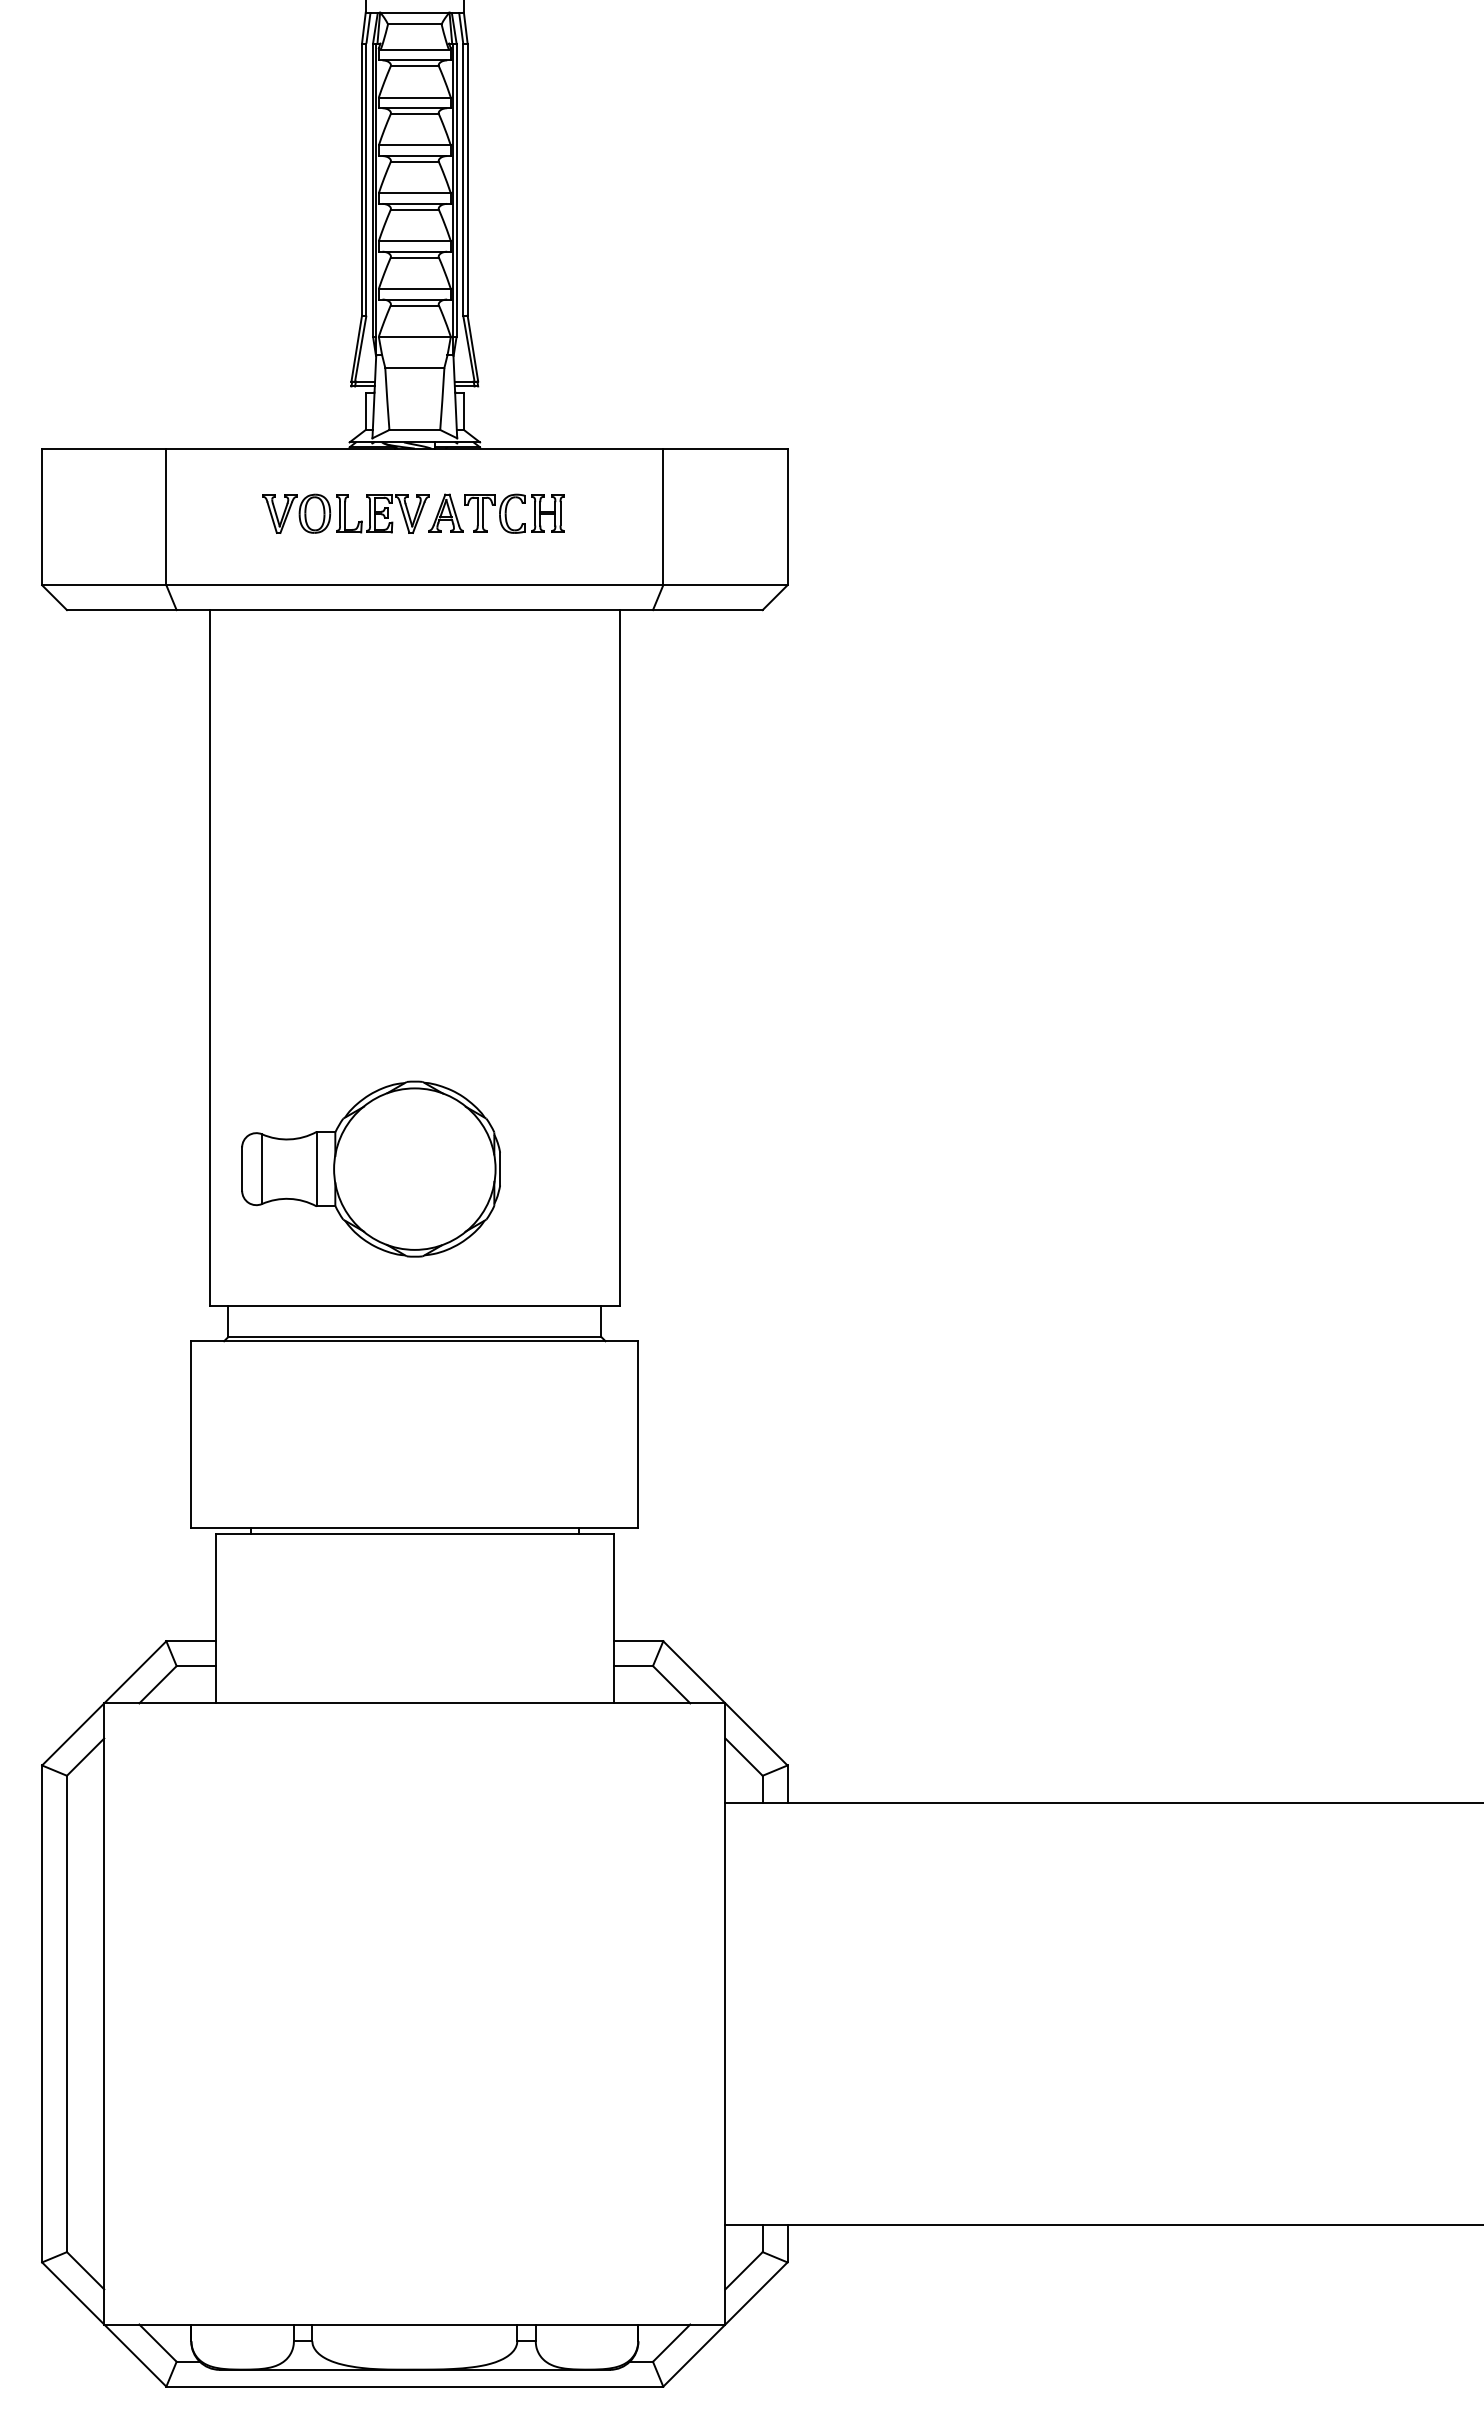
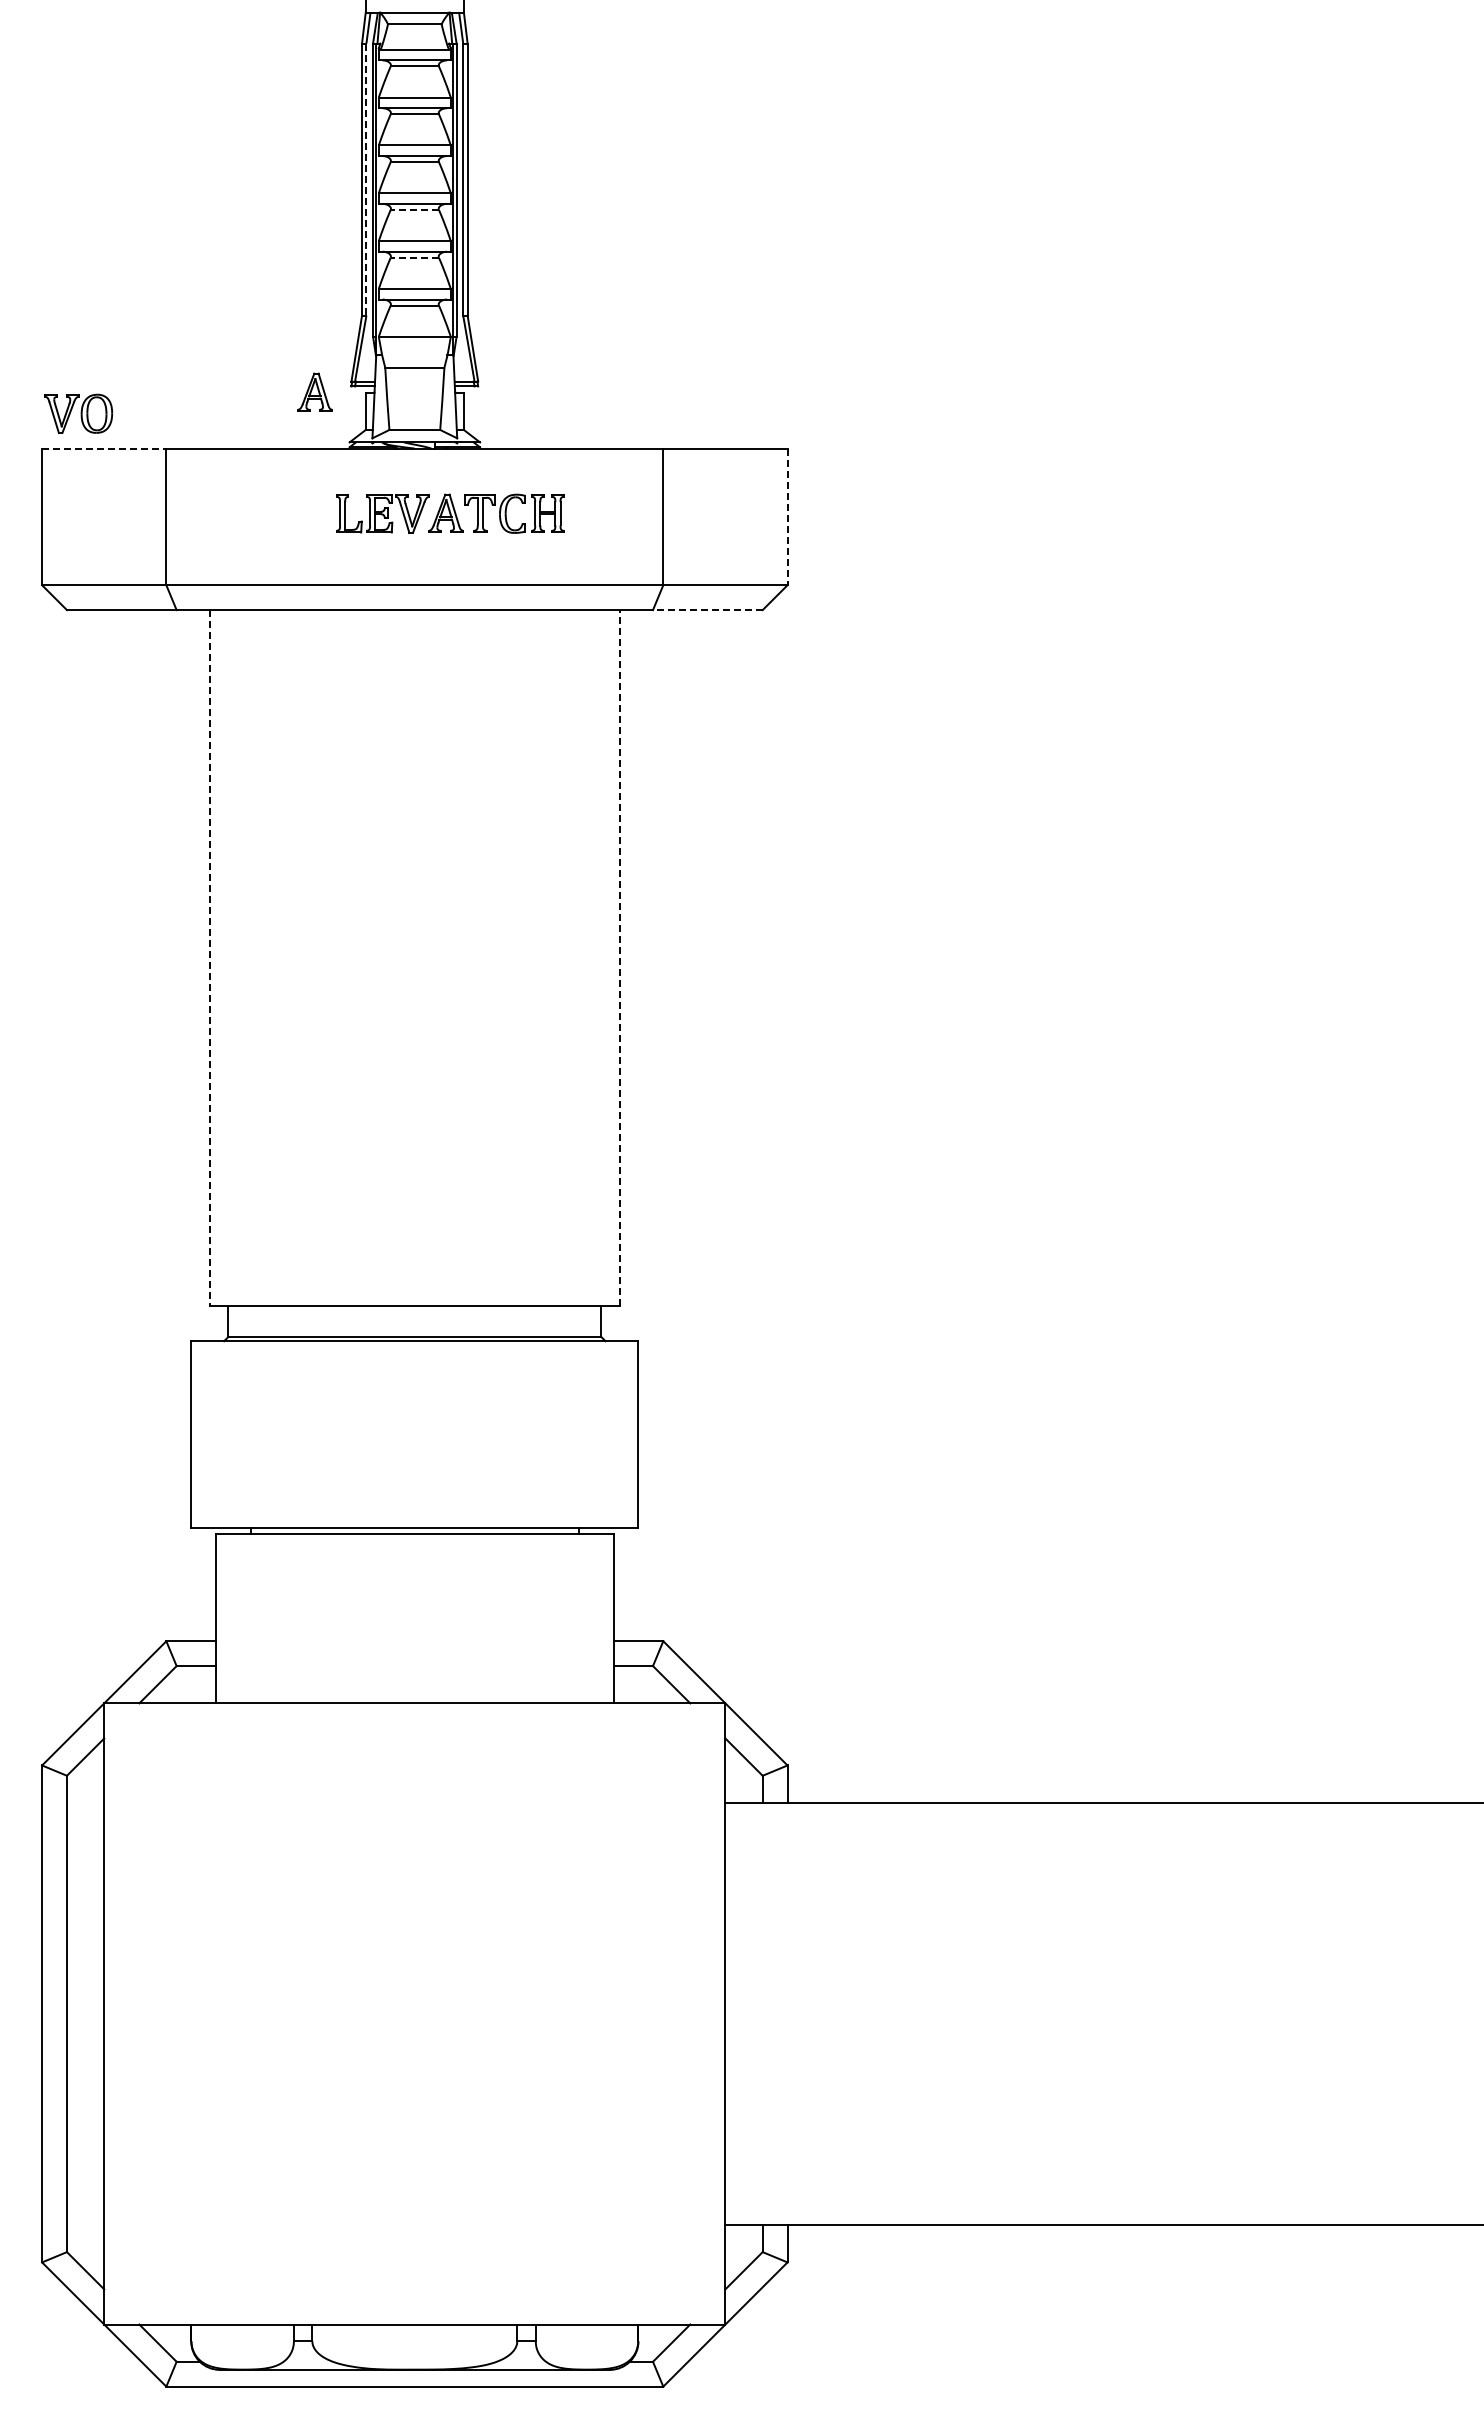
line at (366, 180): solid -> dashed
line at (414, 209): solid -> dashed
line at (414, 257): solid -> dashed
part at (314, 391): none -> present
line at (104, 448): solid -> dashed
part at (296, 513) position: (296, 513) -> (78, 413)
line at (787, 517): solid -> dashed
line at (707, 610): solid -> dashed
line at (209, 957): solid -> dashed
line at (619, 957): solid -> dashed
part at (370, 1168): present -> none
